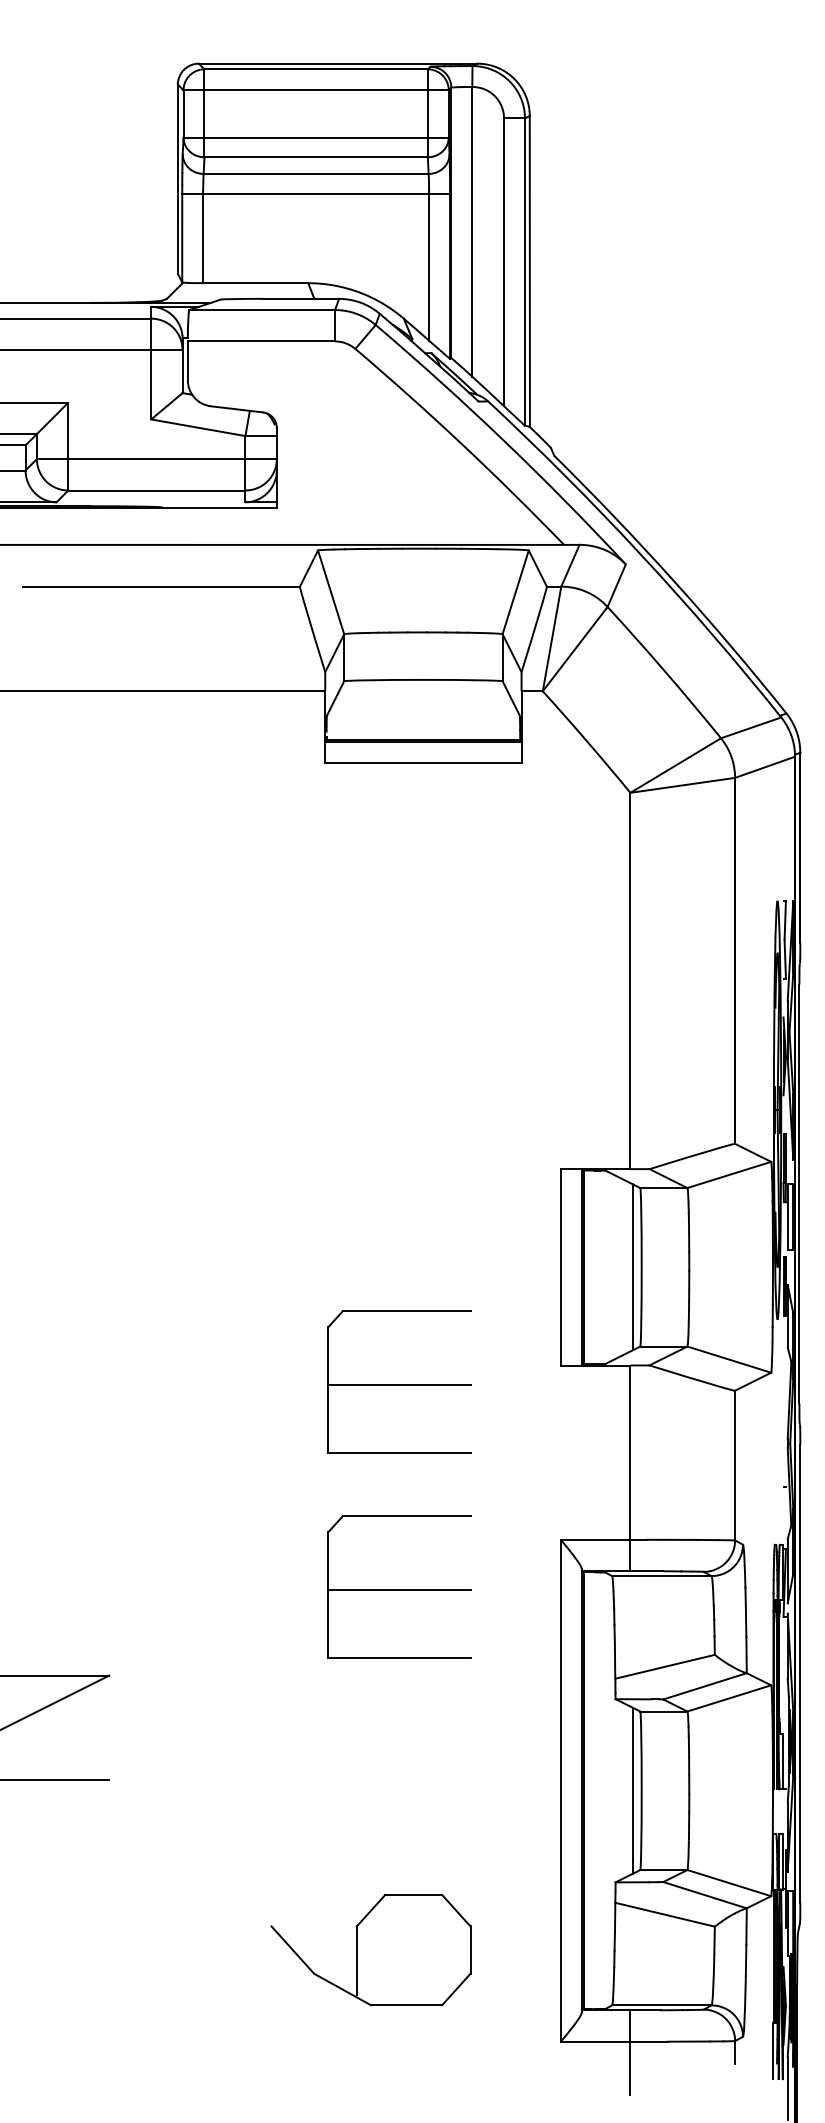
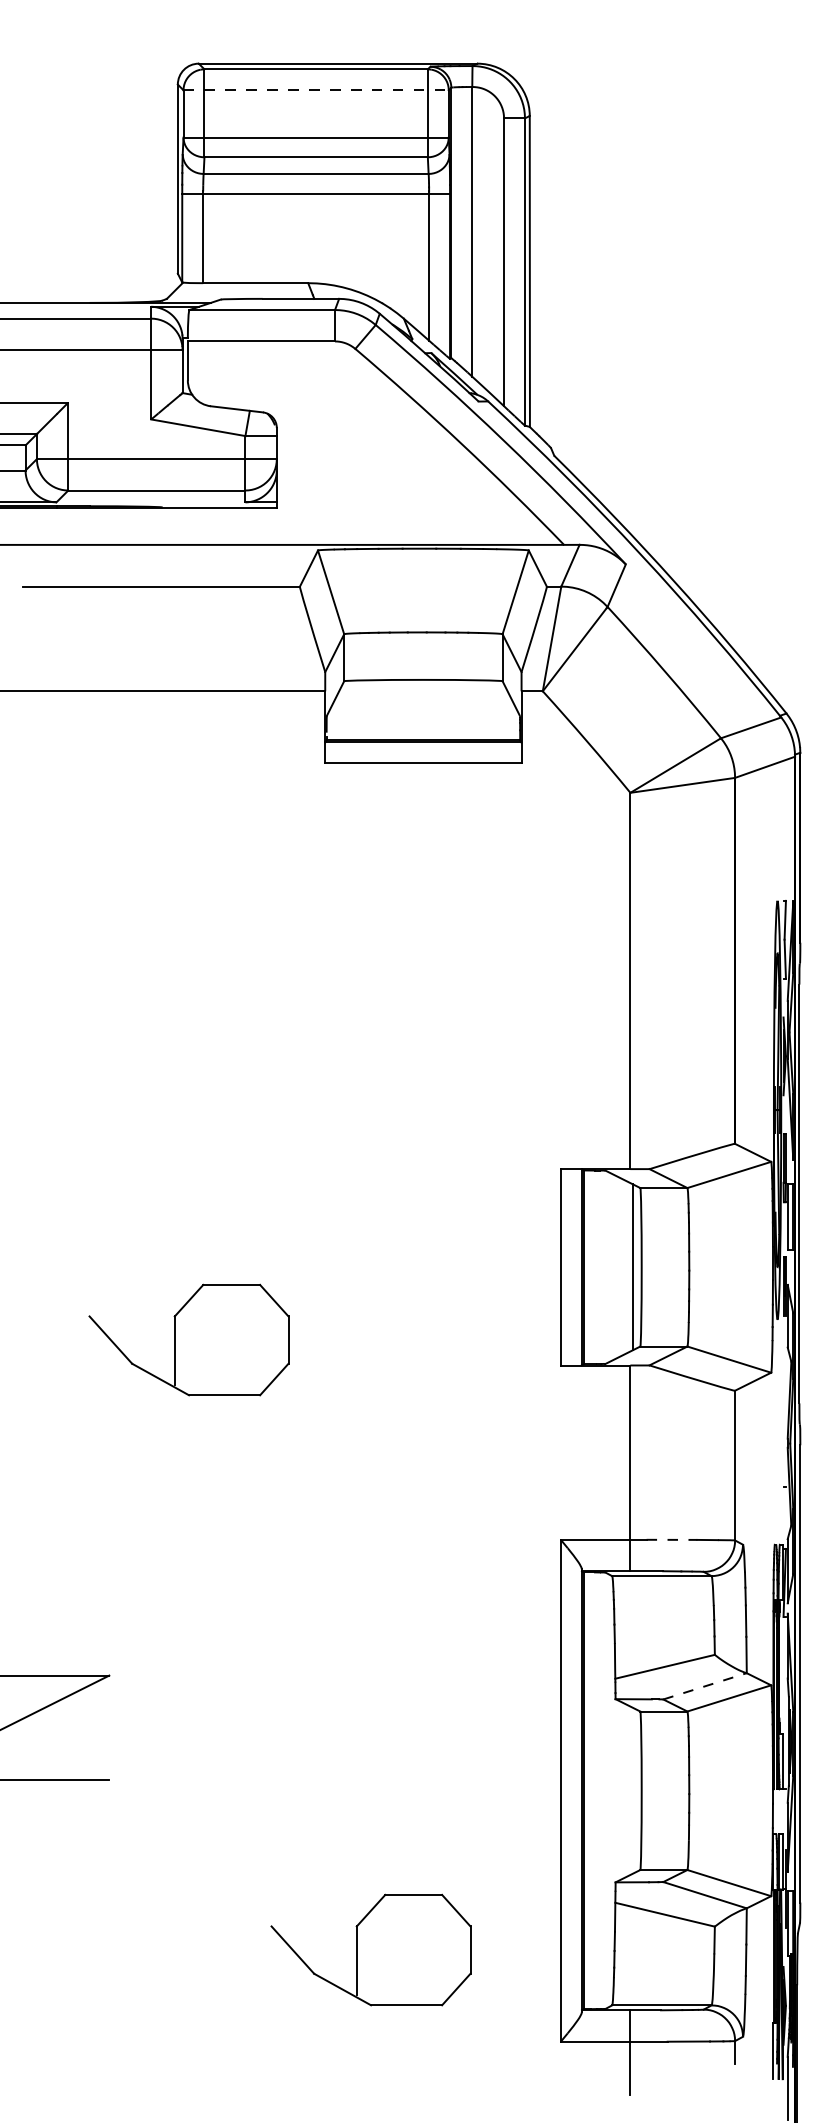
line at (316, 90): solid -> dashed
part at (188, 1339): none -> present
part at (399, 1381): present -> none
line at (672, 1539): solid -> dashed
part at (399, 1586): present -> none
line at (705, 1686): solid -> dashed
line at (632, 1790): present -> none
